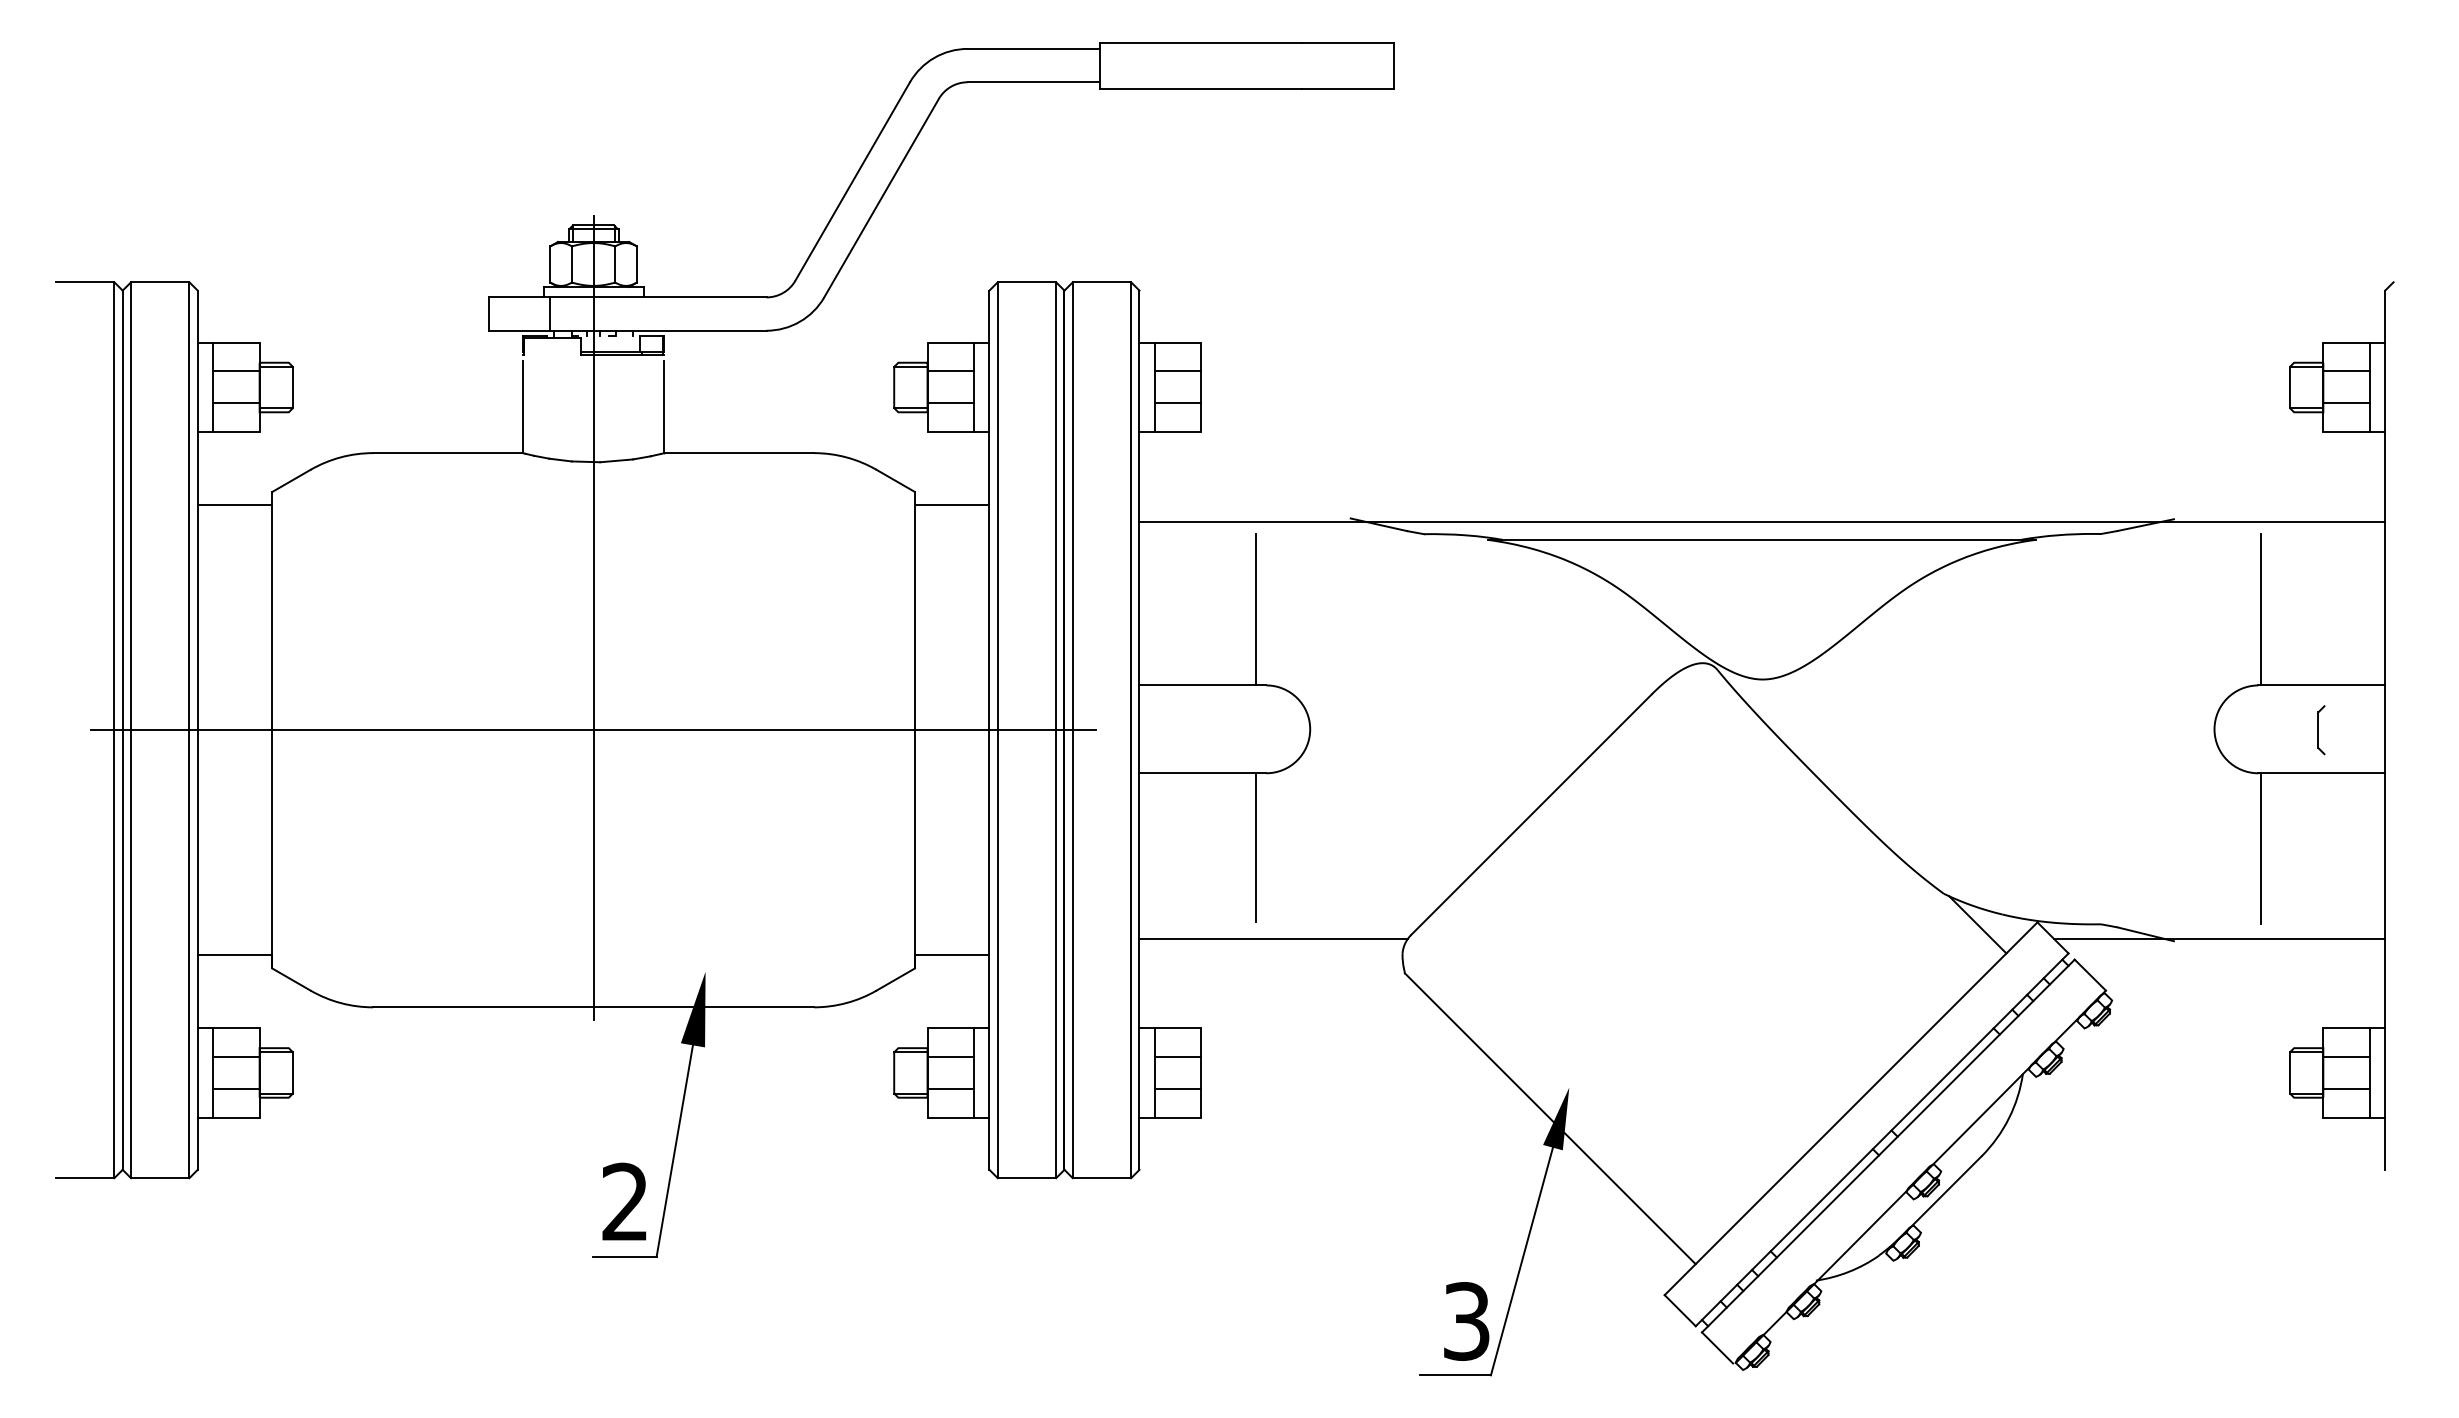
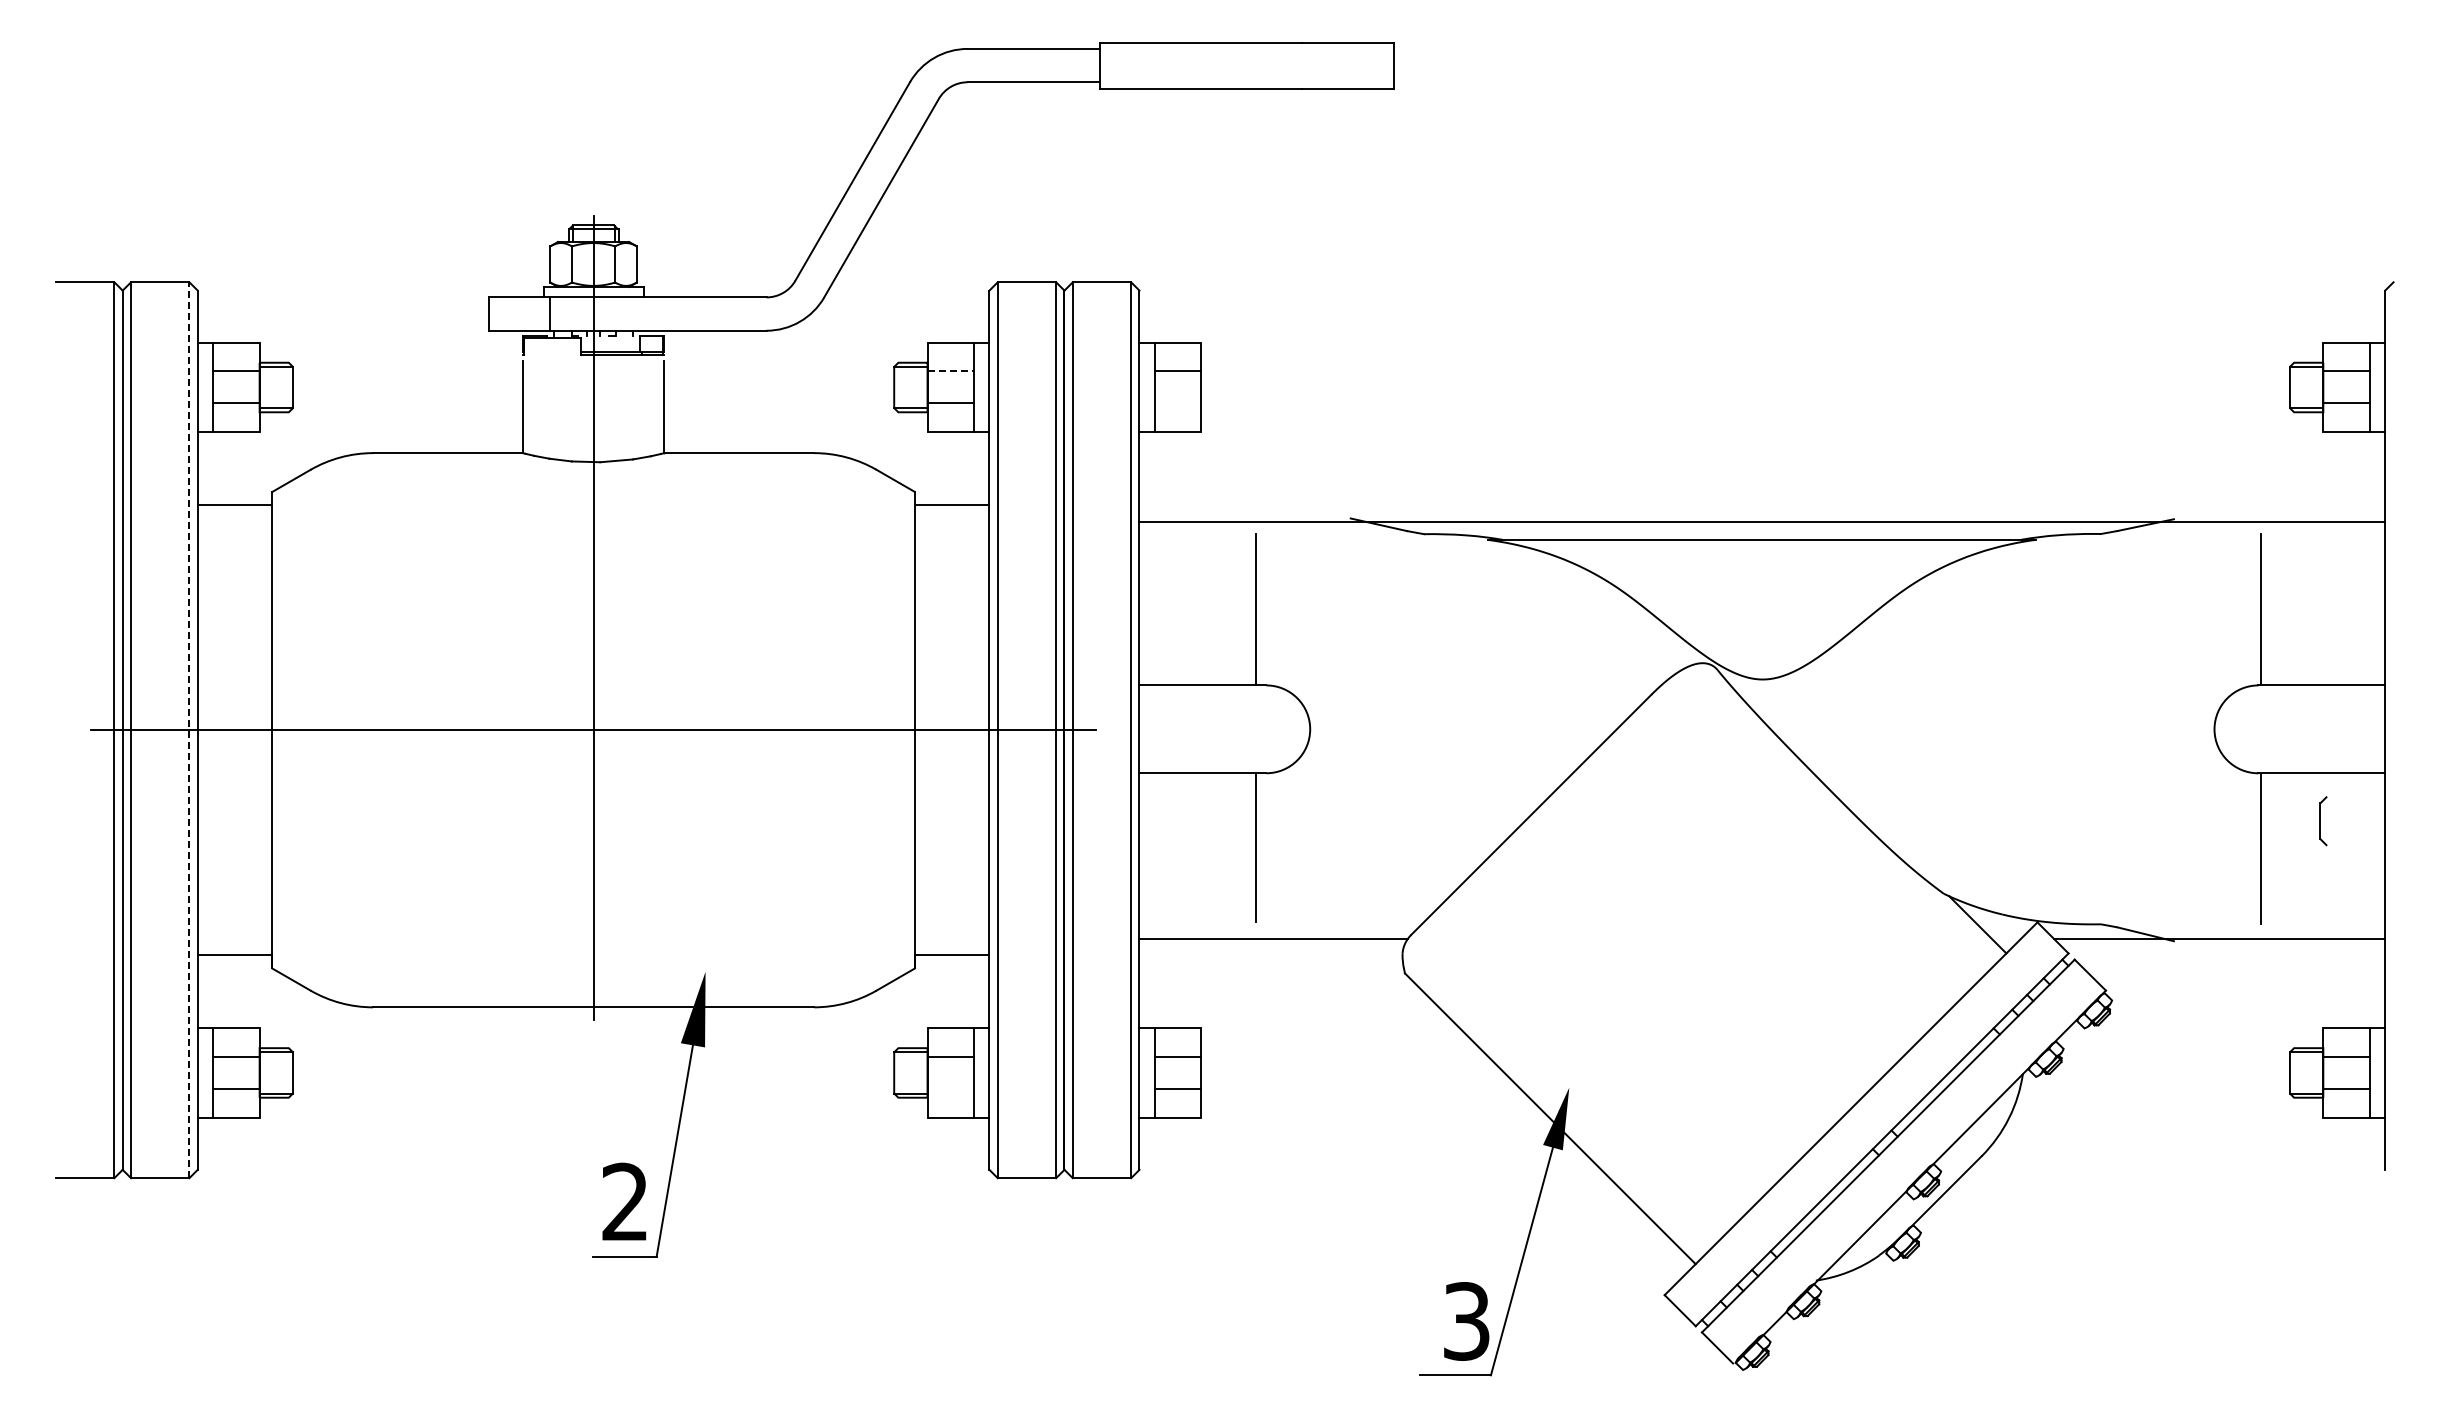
line at (951, 371): solid -> dashed
line at (1178, 403): present -> none
line at (189, 730): solid -> dashed
part at (2321, 730) position: (2321, 730) -> (2323, 821)
line at (950, 1089): present -> none
